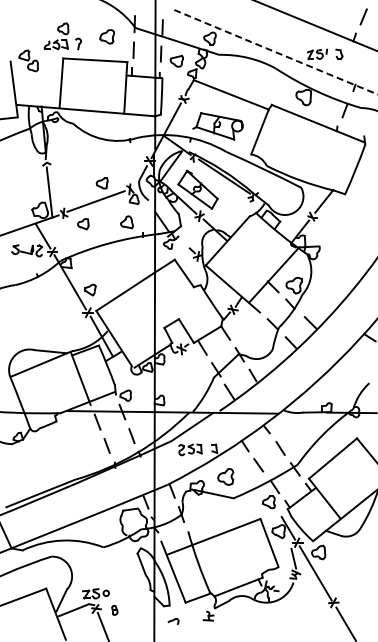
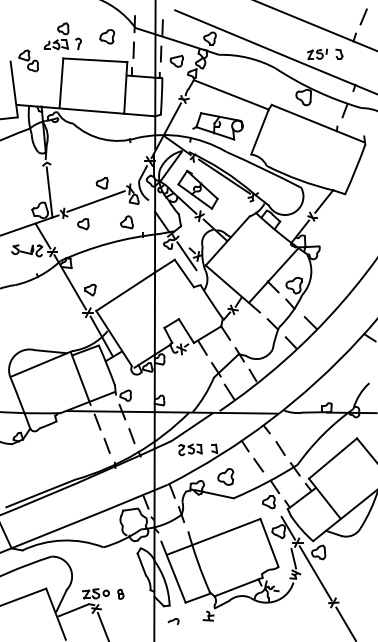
arc at (276, 52): dashed -> solid
line at (186, 256): none -> present
part at (114, 609) position: (114, 609) -> (120, 593)
